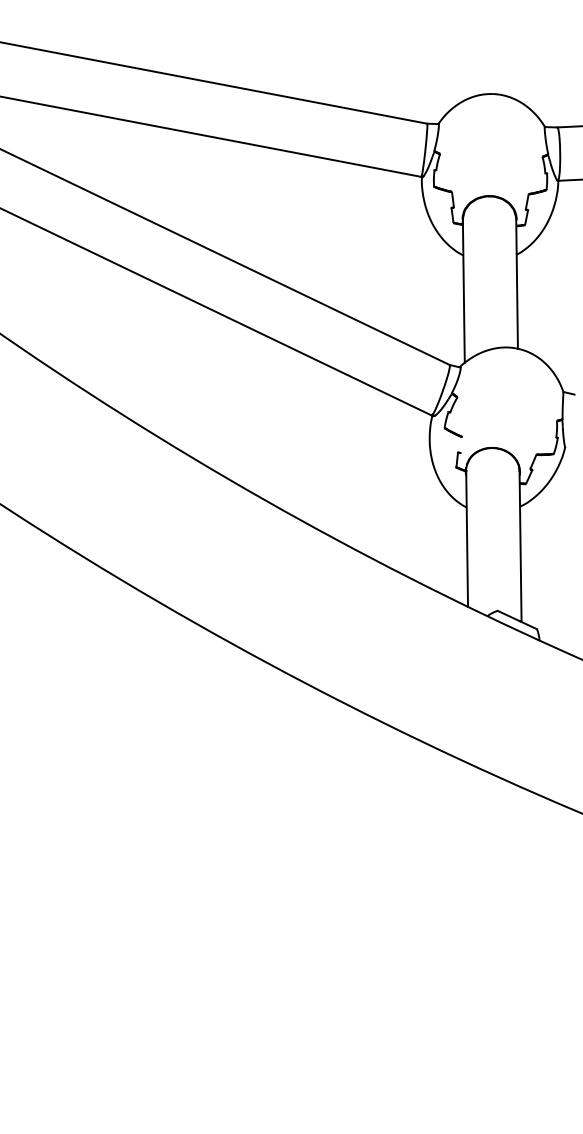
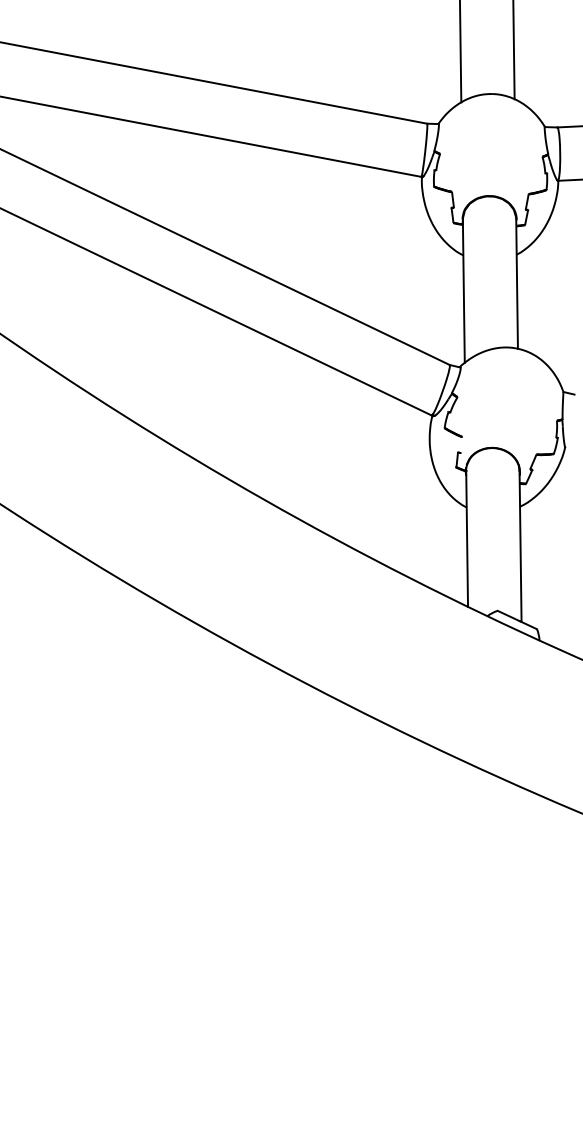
line at (513, 50): none -> present
line at (460, 52): none -> present
